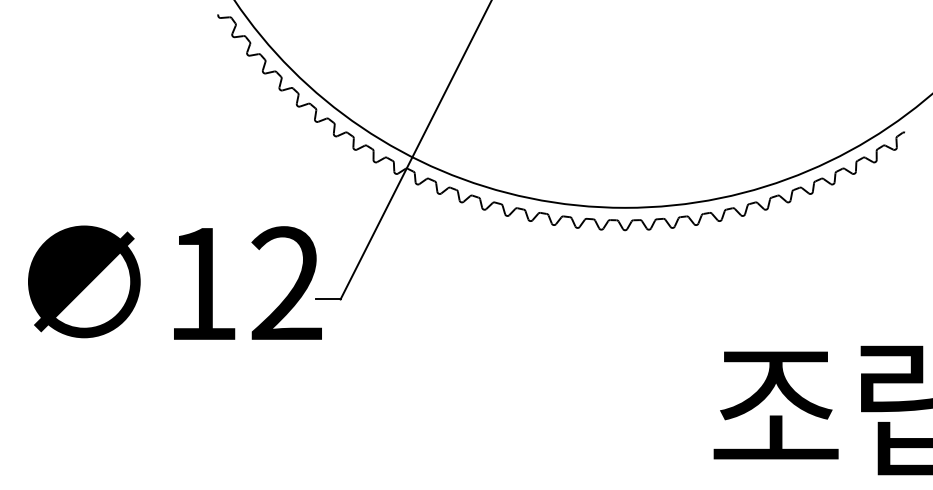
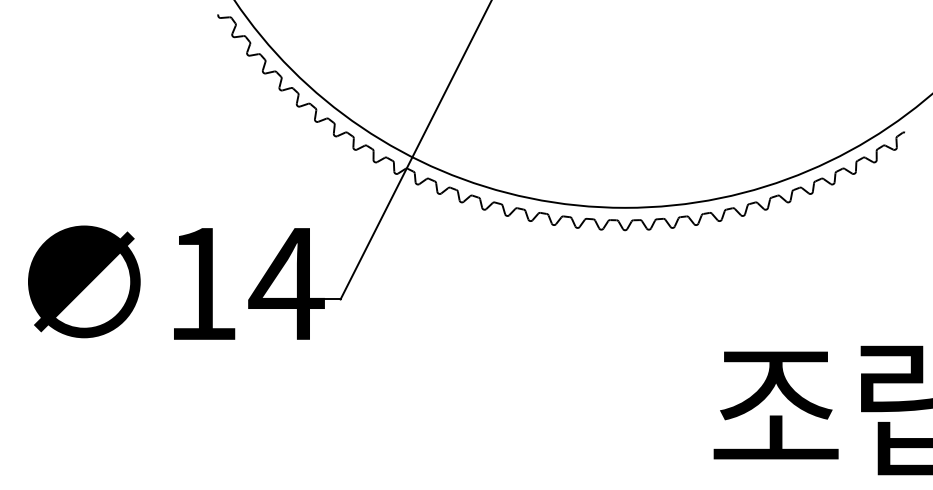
text at (286, 282): 12 -> 14
